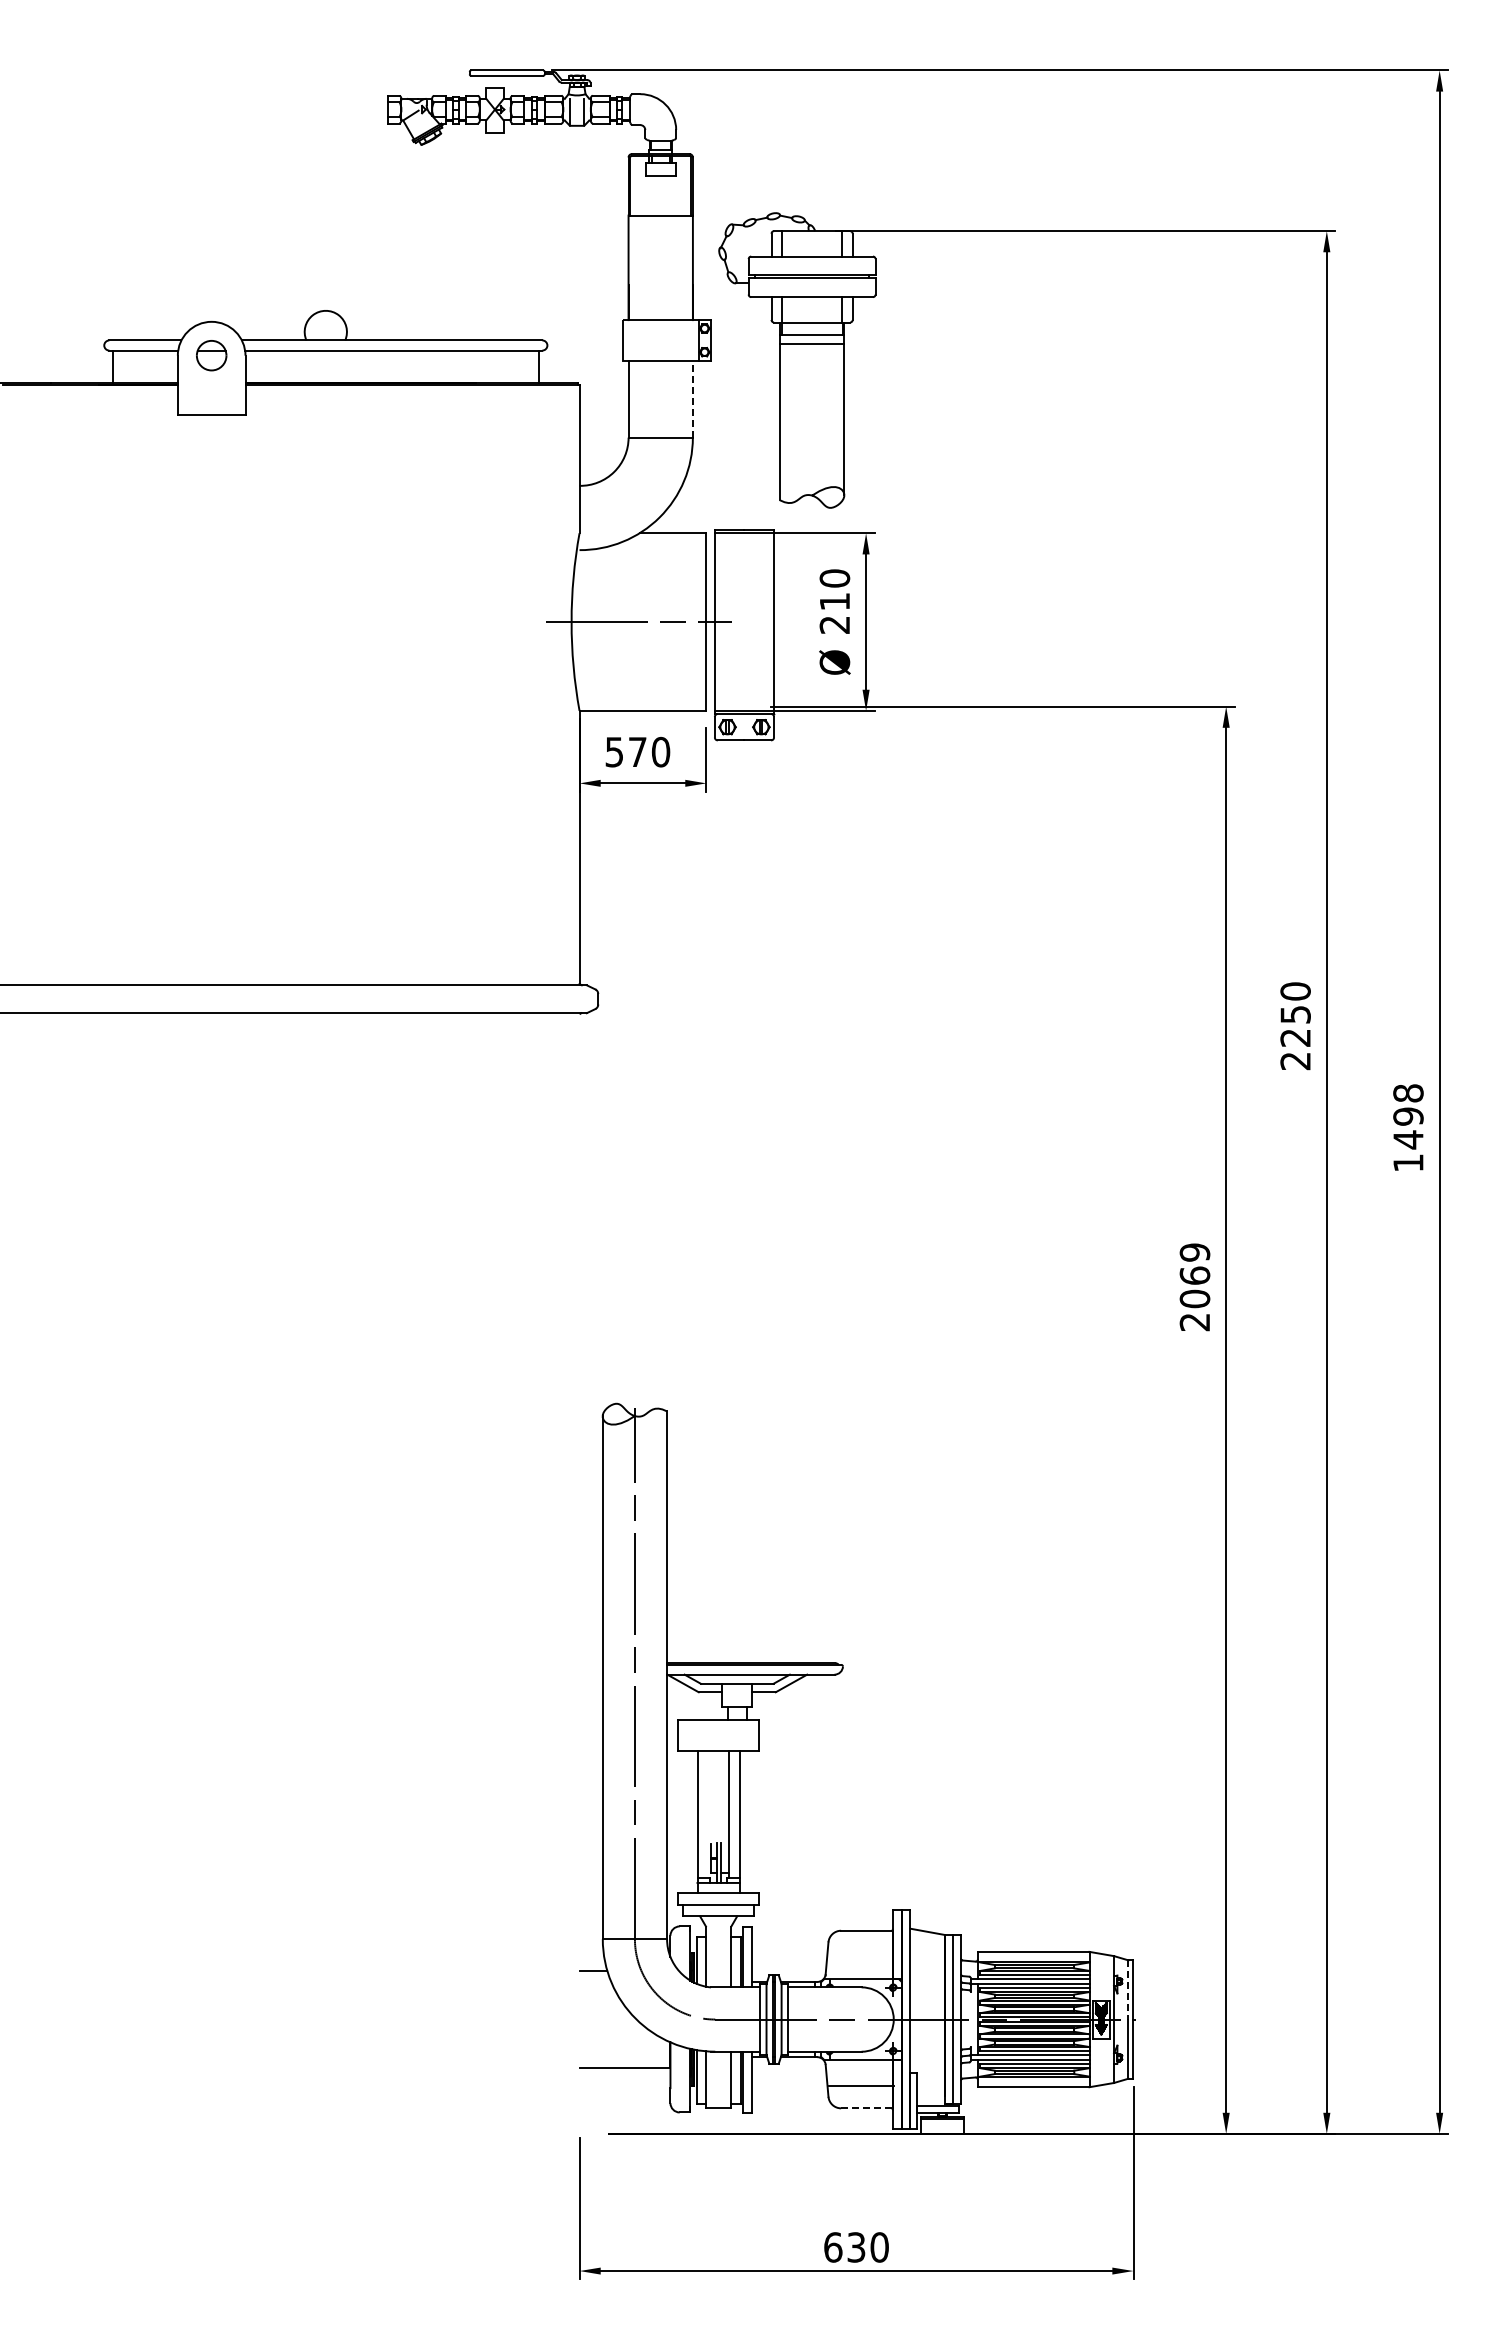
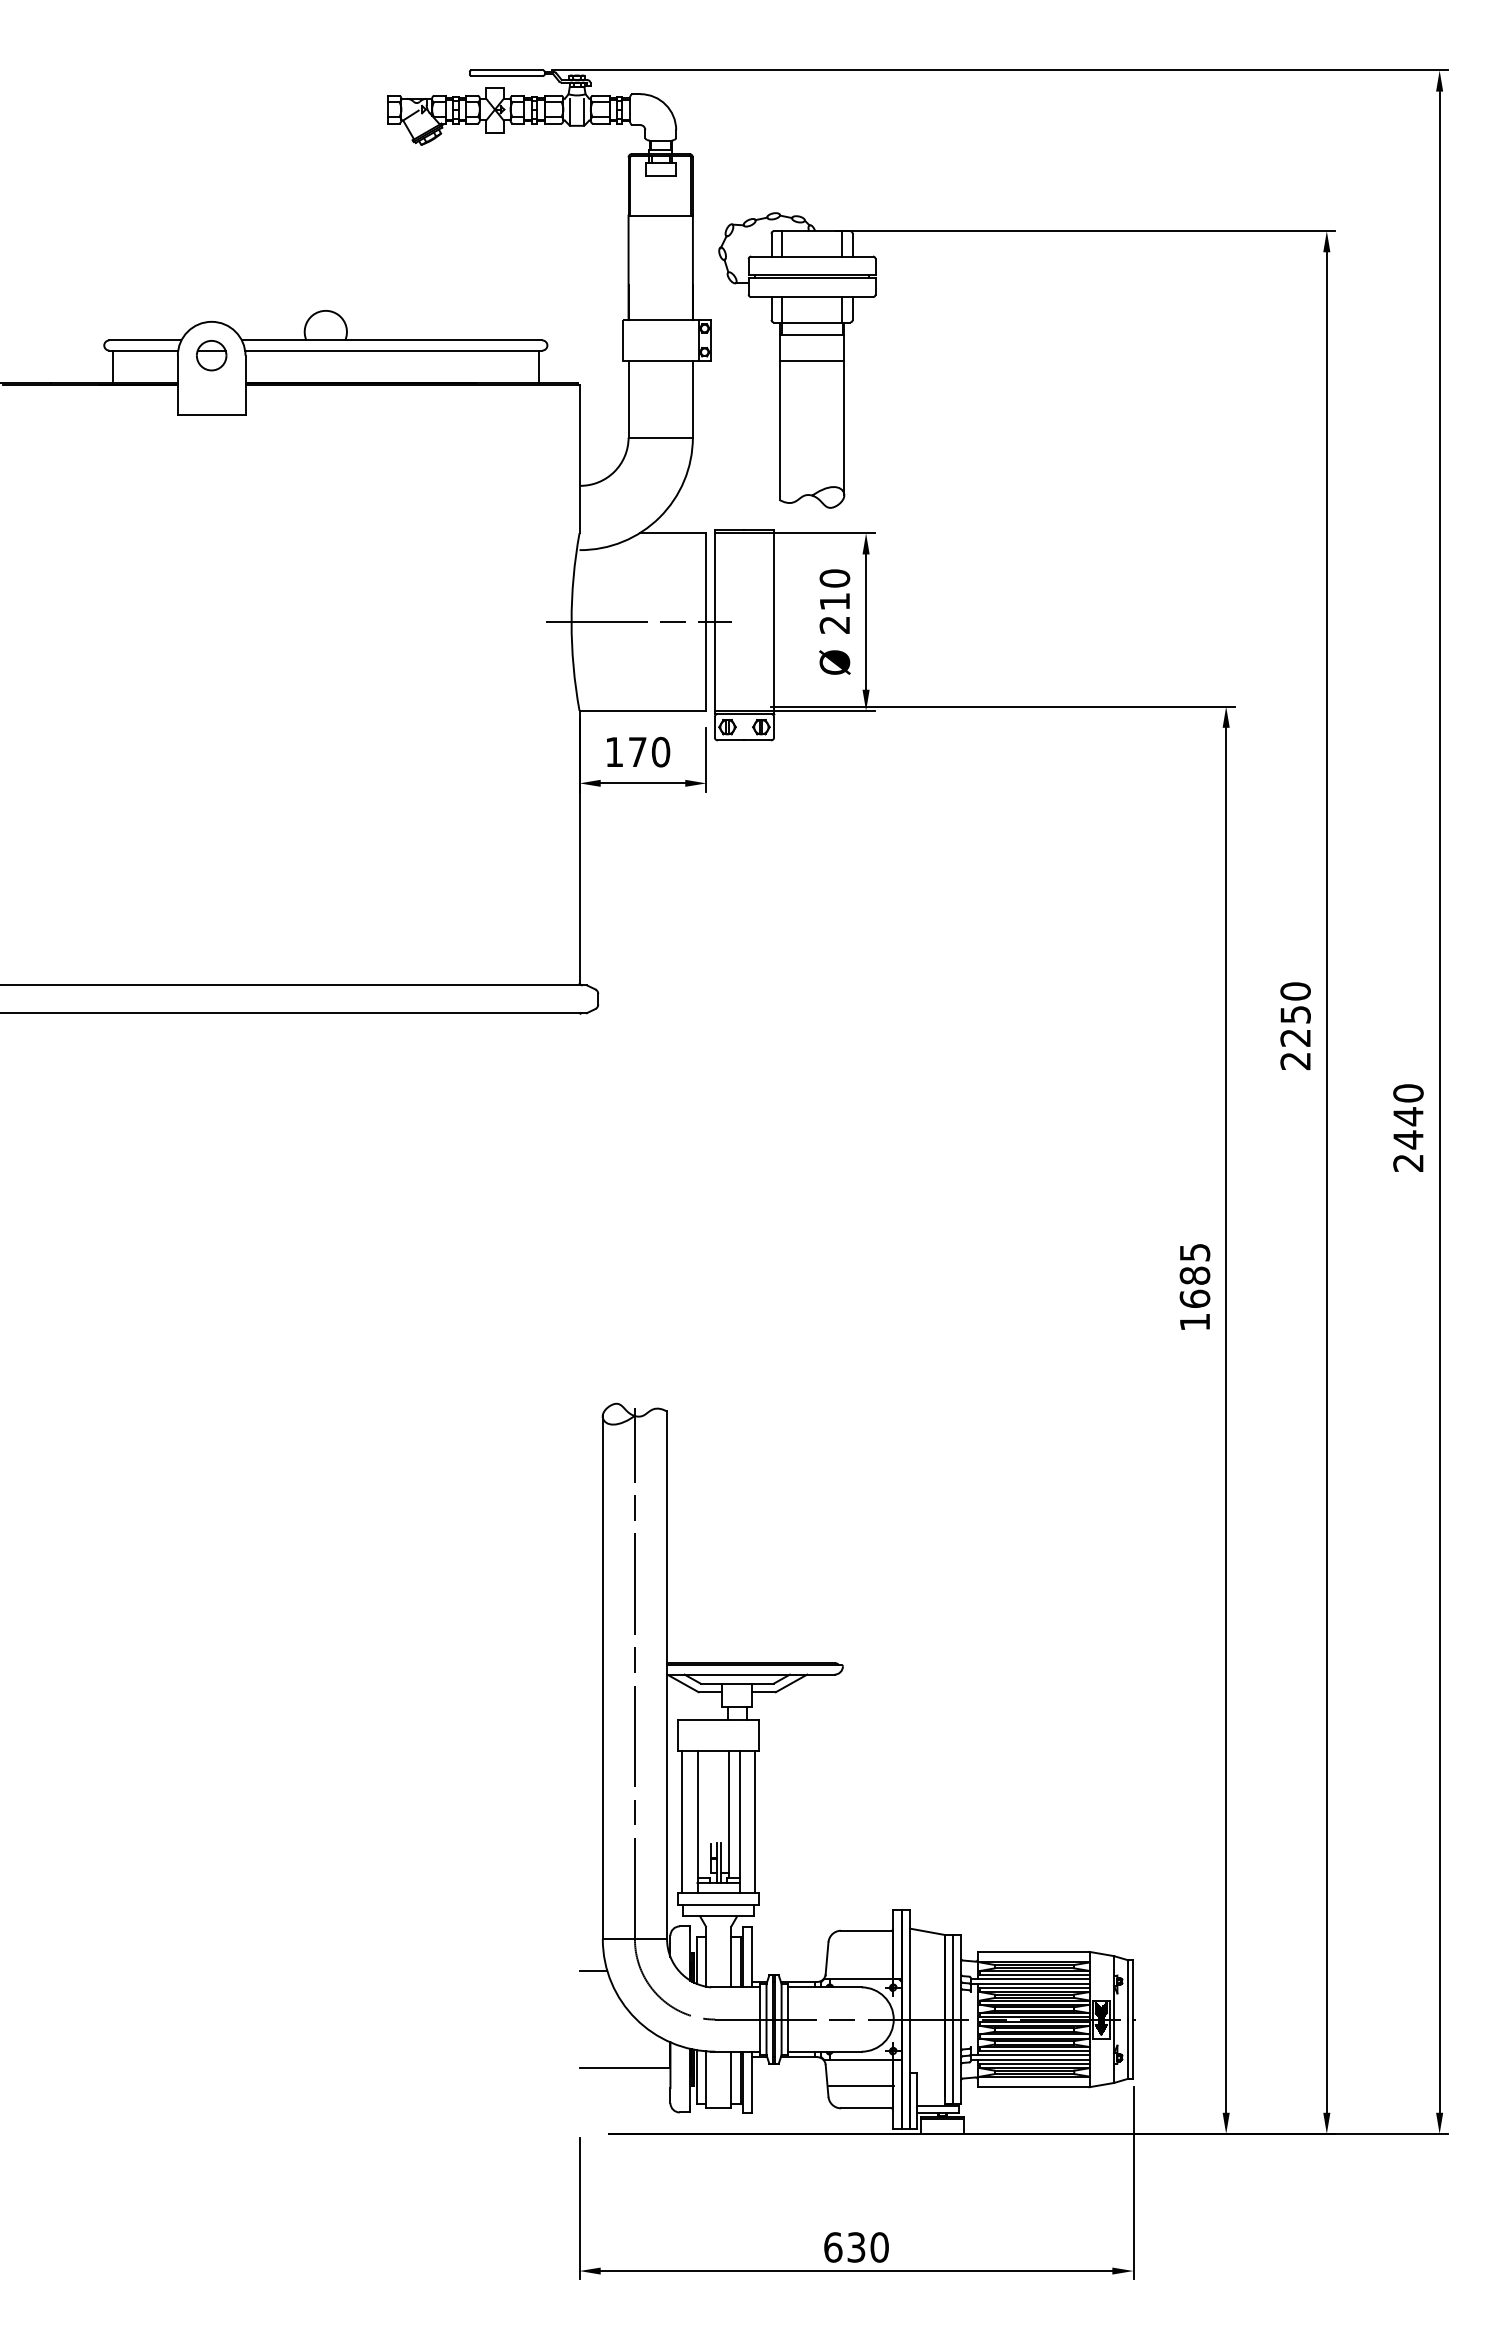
line at (811, 343) position: (811, 343) -> (811, 360)
line at (692, 398): dashed -> solid
text at (613, 752): 570 -> 170
text at (1408, 1127): 1498 -> 2440
text at (1194, 1287): 2069 -> 1685
line at (682, 1821): none -> present
line at (755, 1821): none -> present
line at (1128, 1989): dashed -> solid
line at (867, 2108): dashed -> solid
